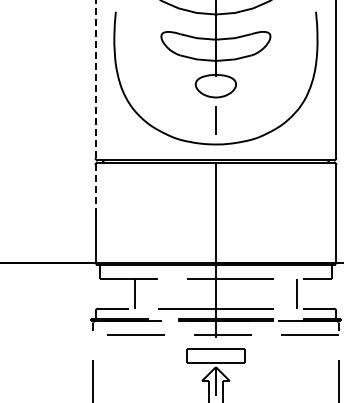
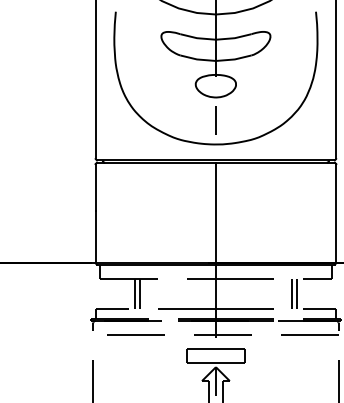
line at (95, 79): dashed -> solid
line at (95, 187): dashed -> solid
line at (139, 293): none -> present
line at (292, 293): none -> present
